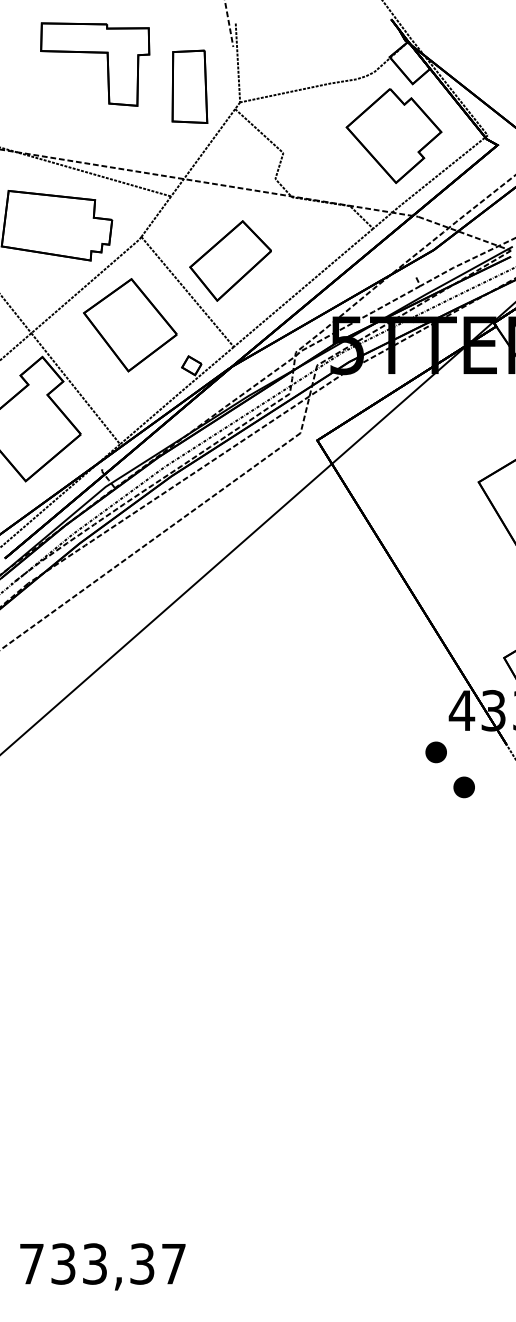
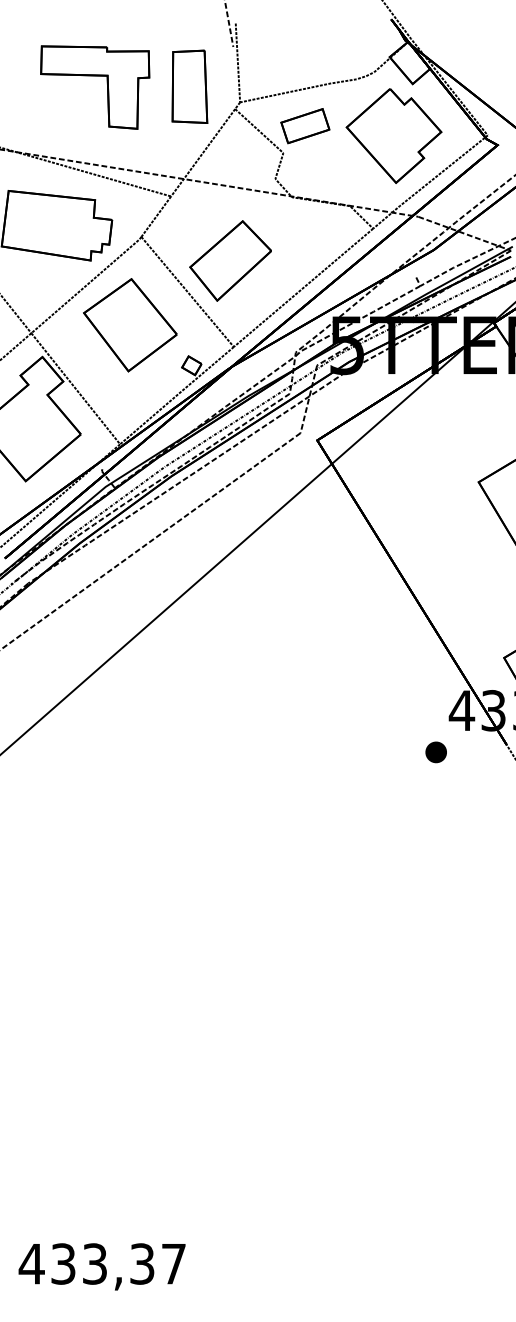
part at (95, 53) position: (95, 53) -> (95, 76)
part at (305, 126): none -> present
part at (463, 787): present -> none
text at (31, 1264): 733,37 -> 433,37
